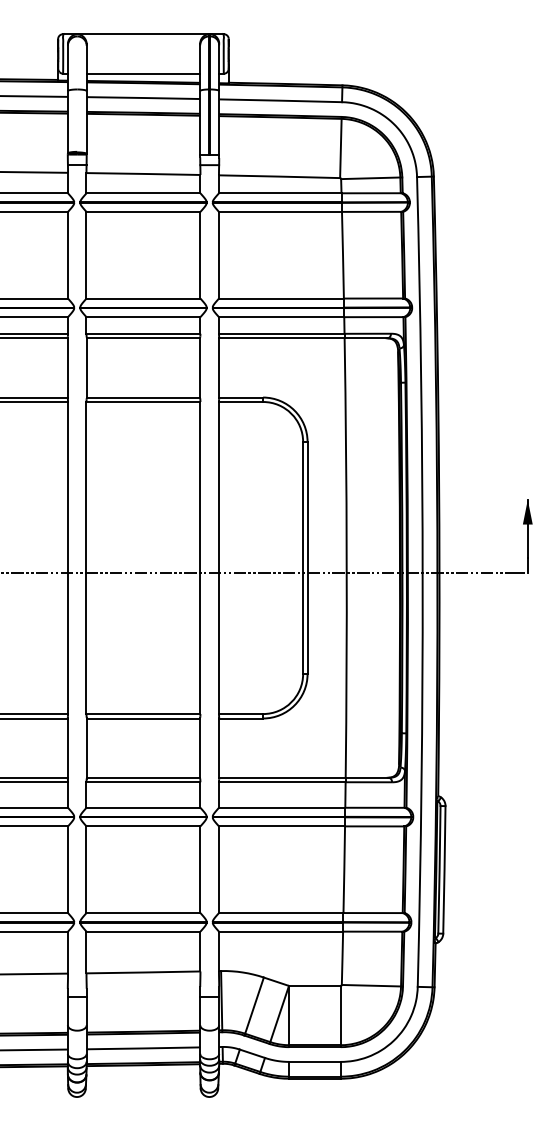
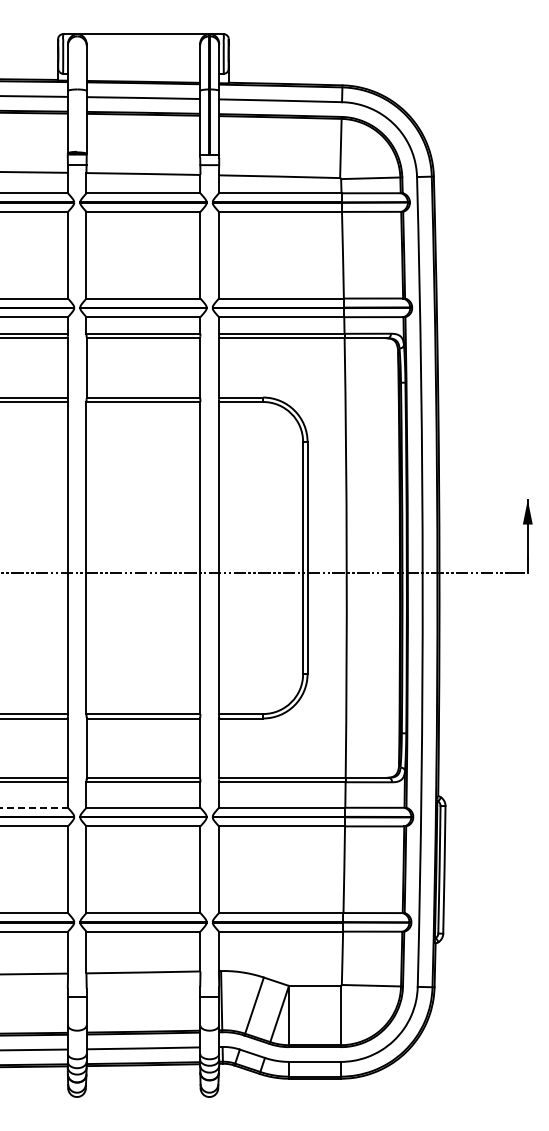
line at (143, 73): present -> none
line at (34, 807): solid -> dashed
